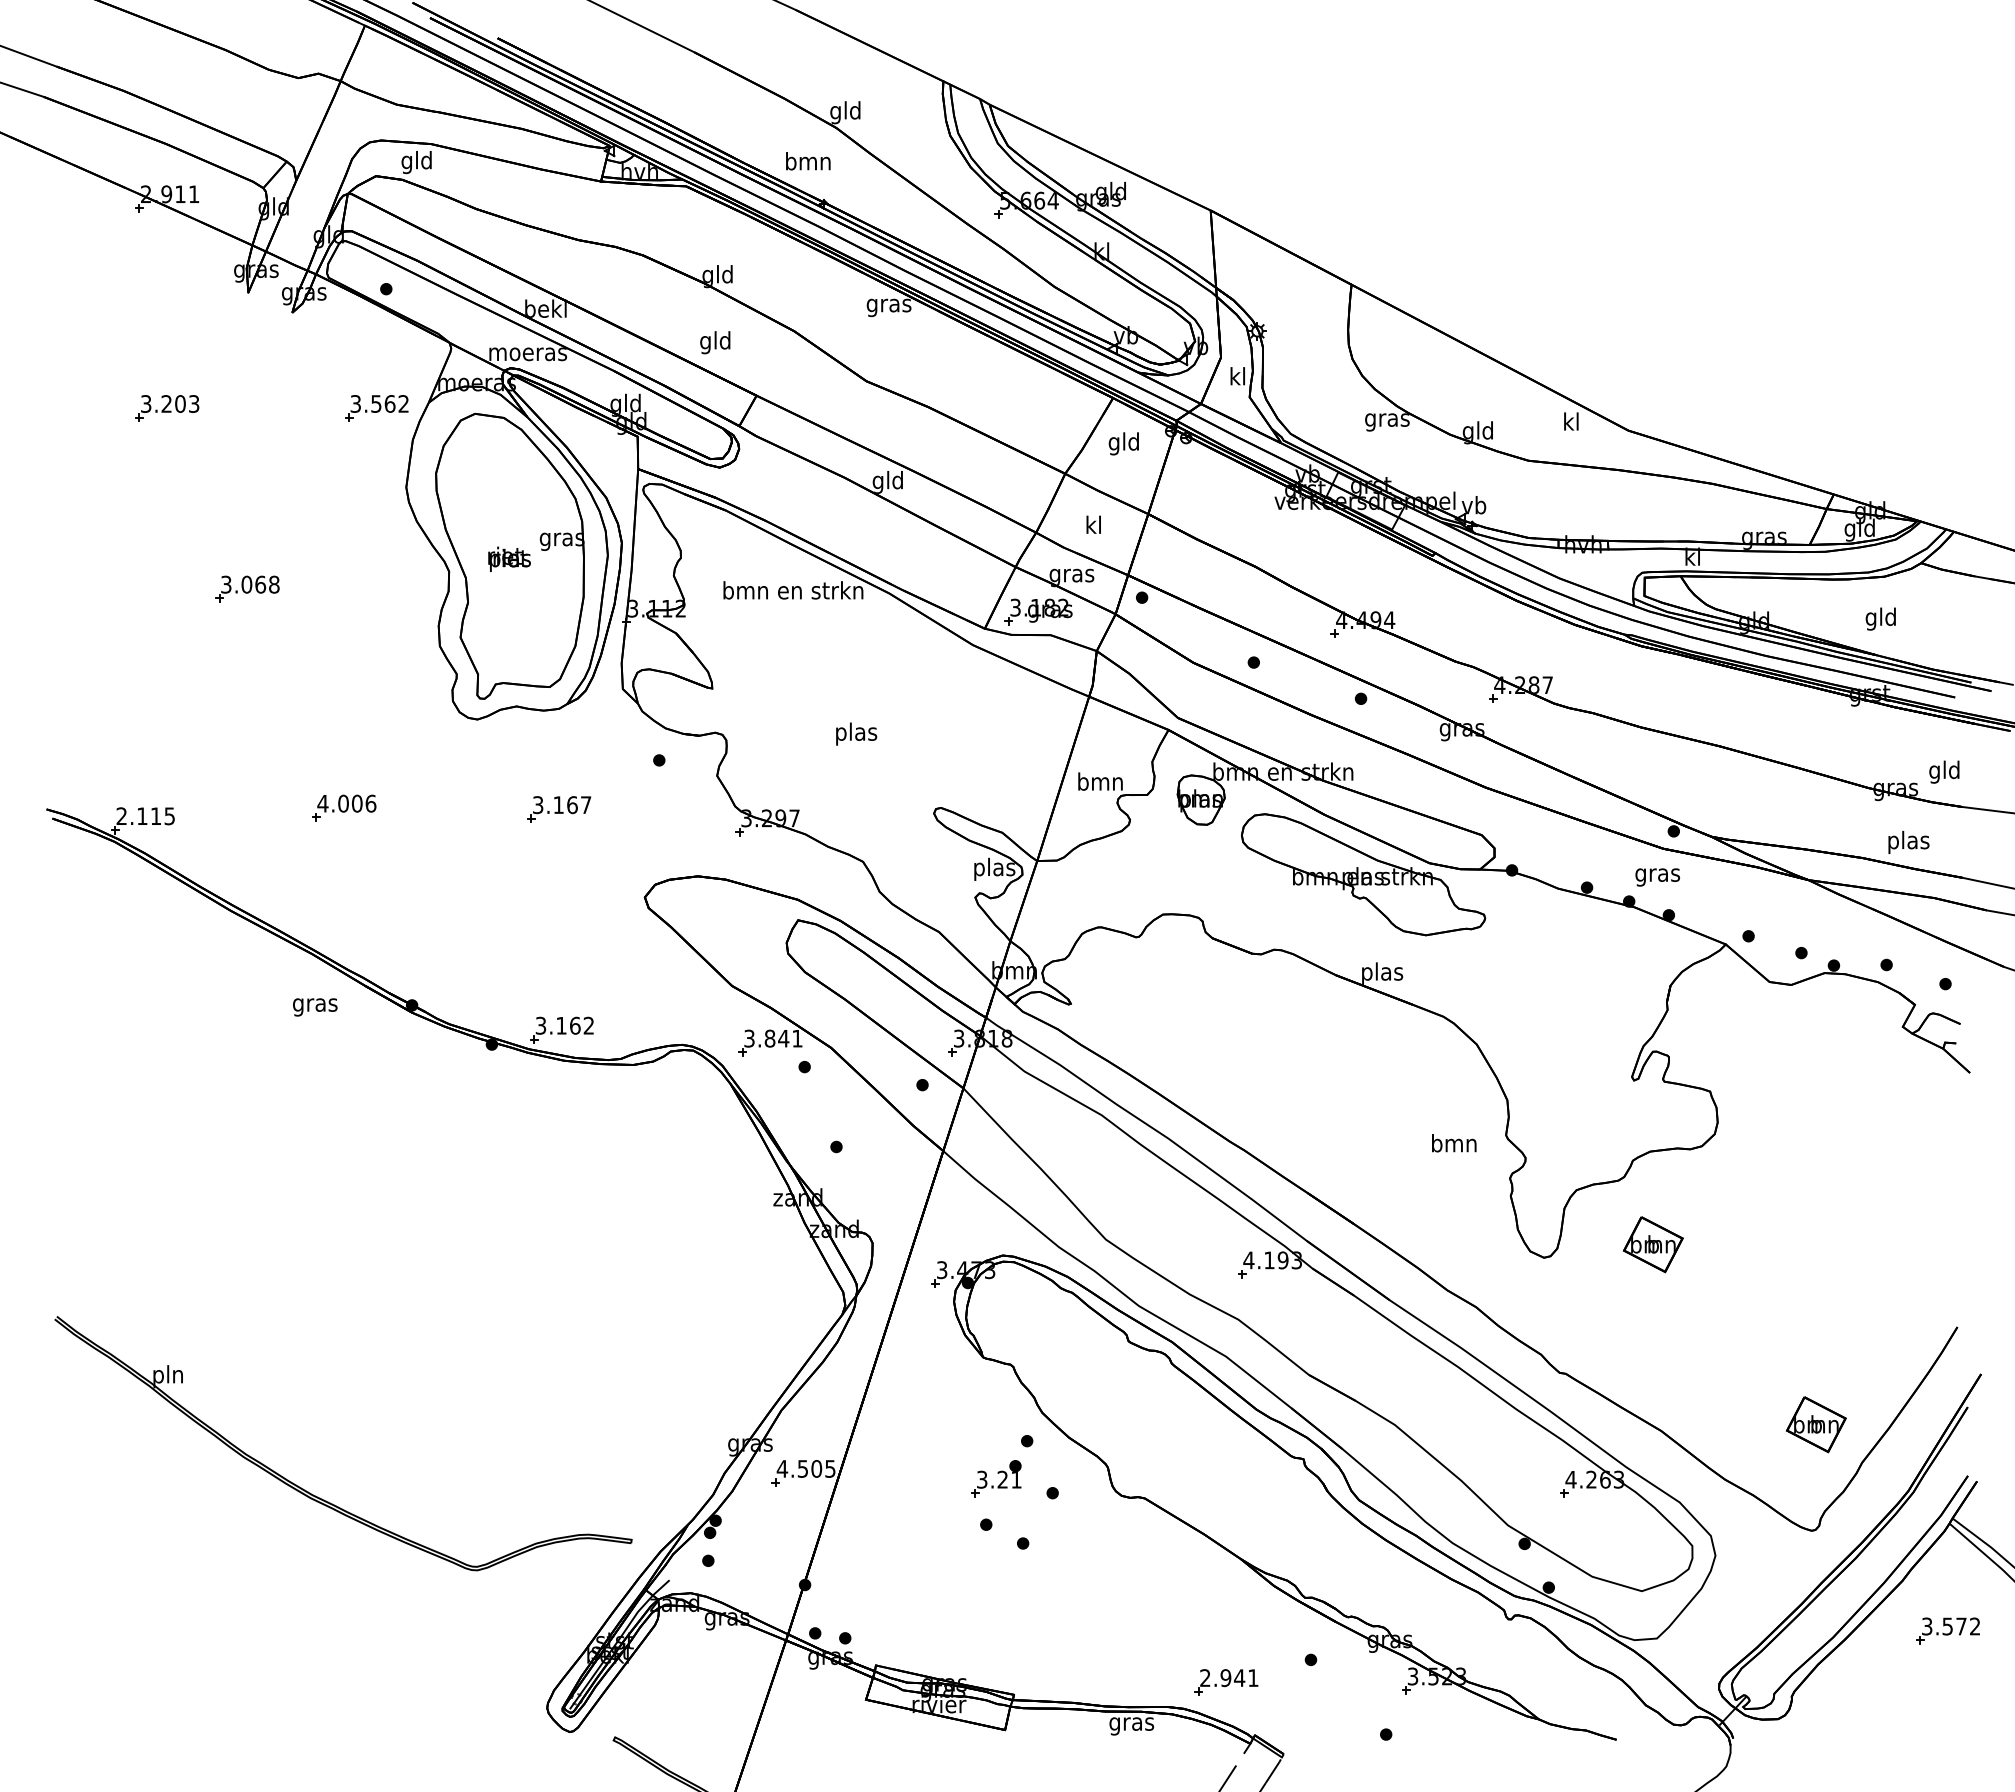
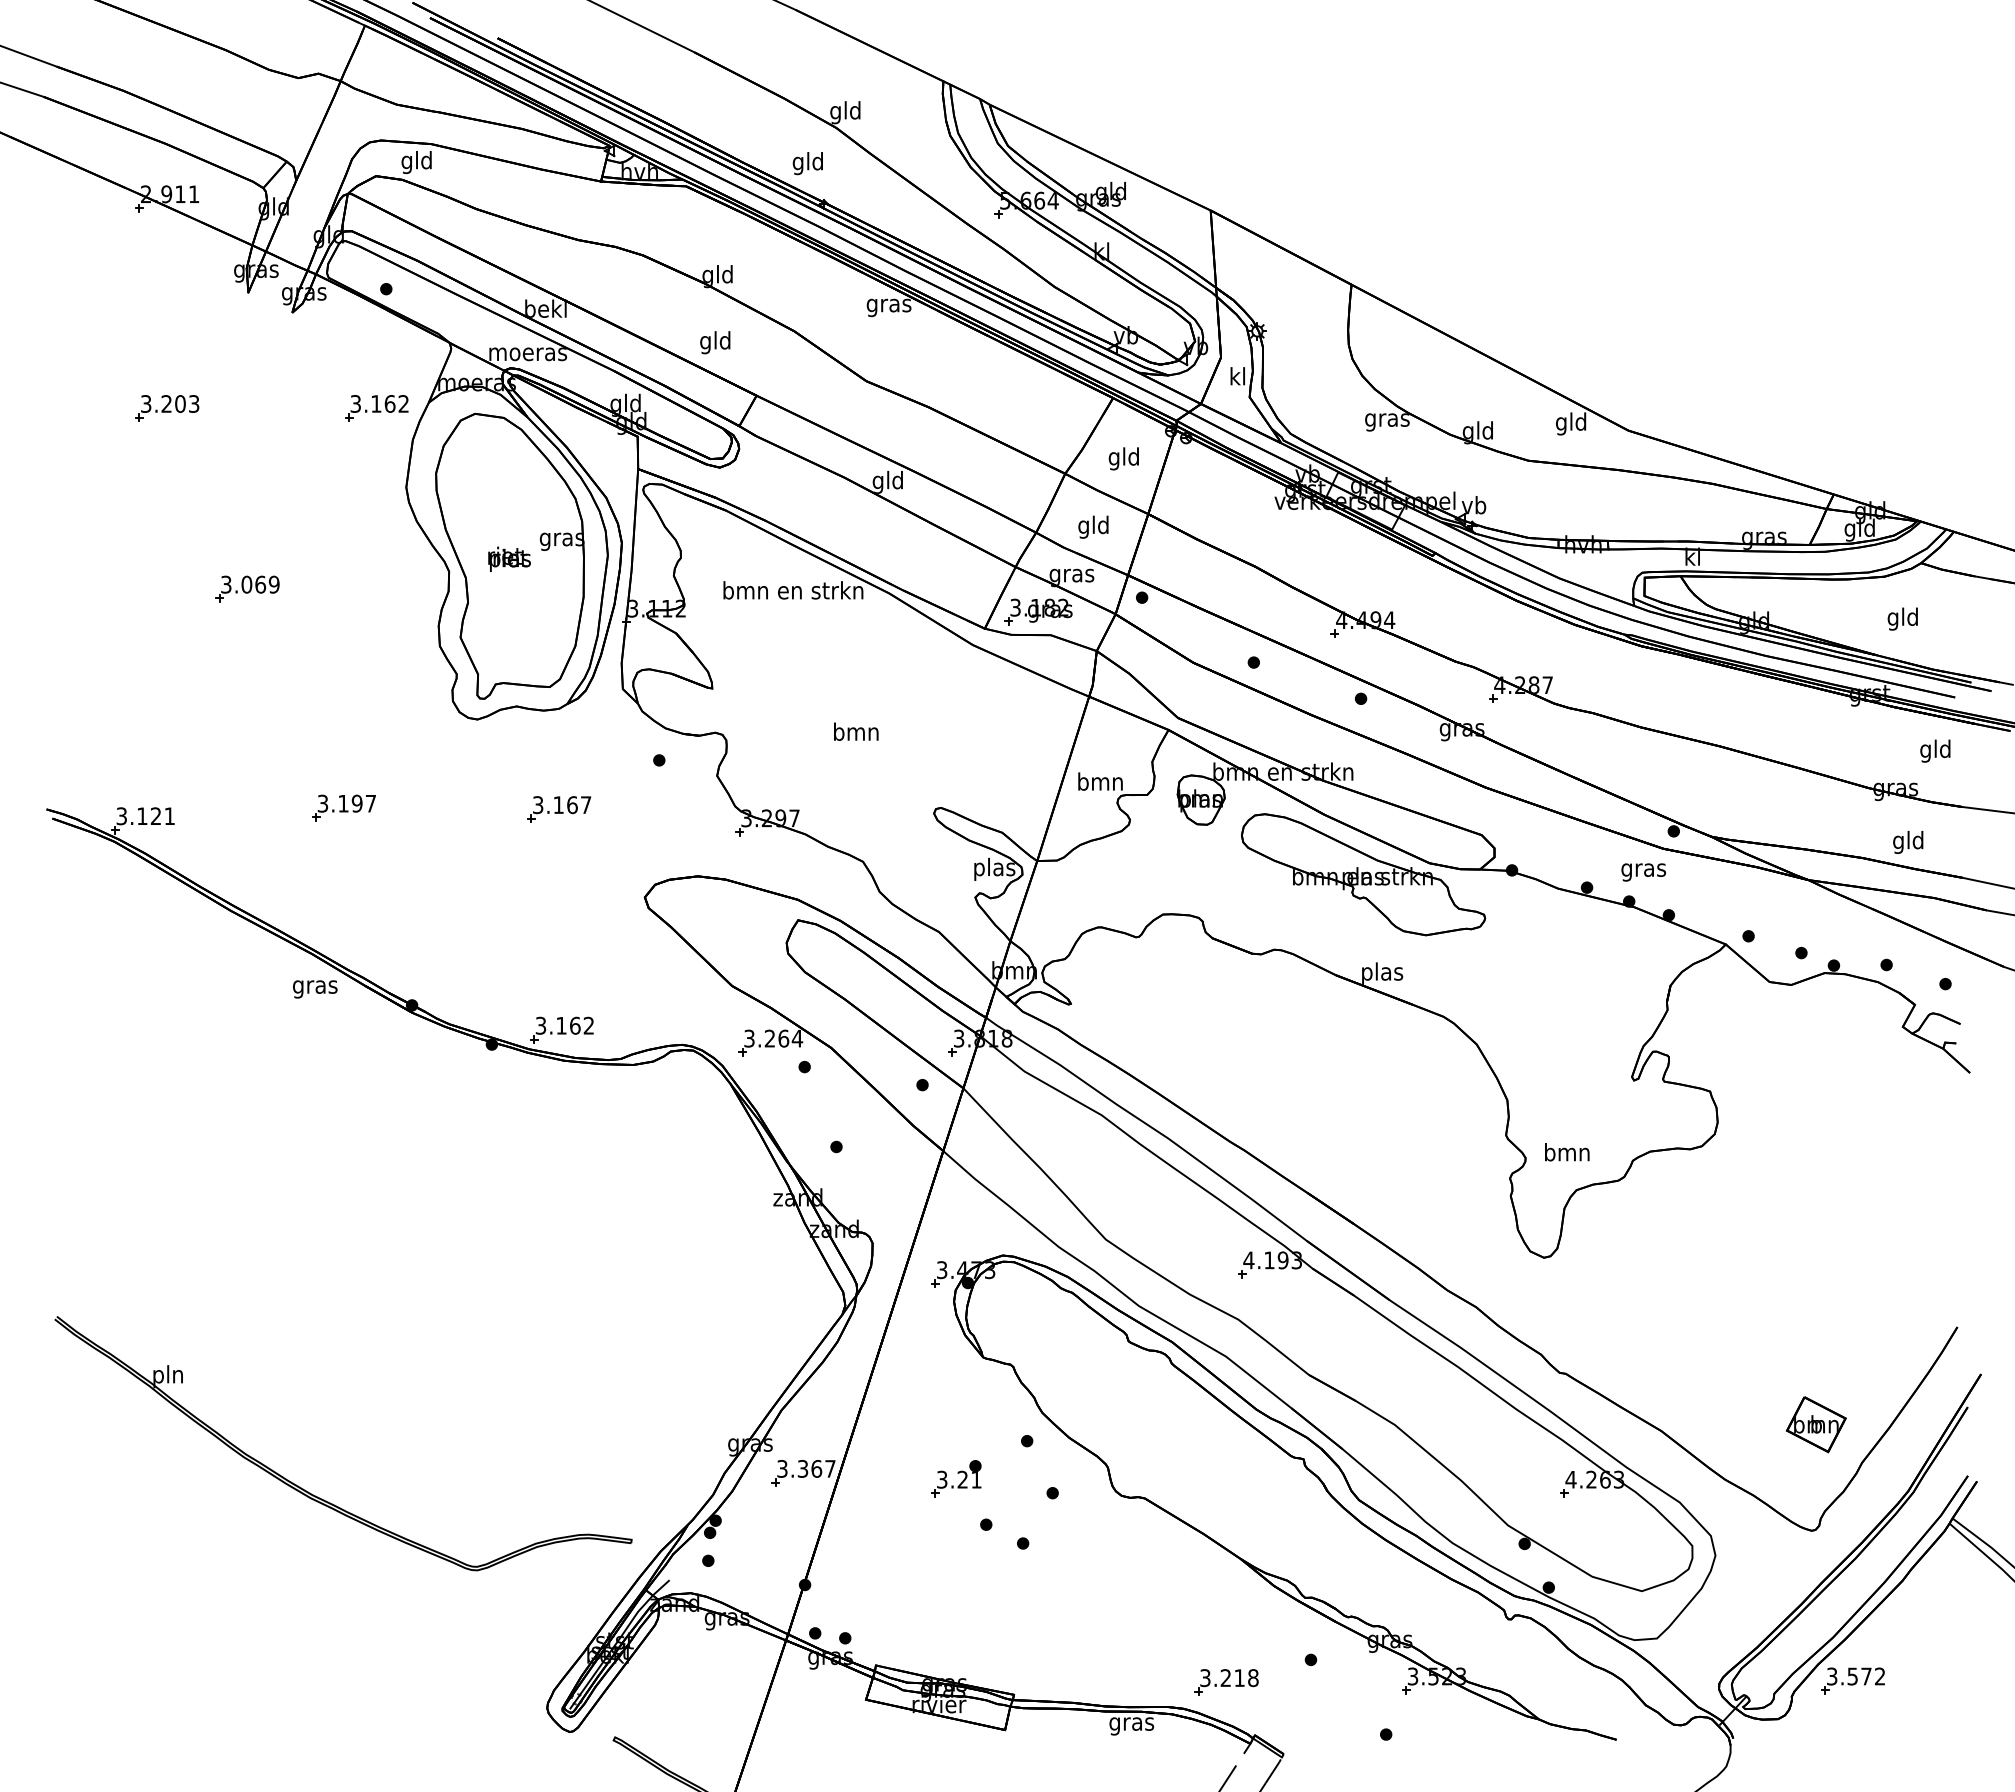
text at (808, 163): bmn -> gld
text at (376, 403): 3.562 -> 3.162
text at (1571, 423): kl -> gld
text at (1123, 443) position: (1123, 443) -> (1123, 458)
text at (1093, 526): kl -> gld
text at (273, 584): 3.068 -> 3.069
text at (1880, 618) position: (1880, 618) -> (1902, 618)
text at (856, 733): plas -> bmn
text at (1944, 771) position: (1944, 771) -> (1935, 750)
text at (346, 803): 4.006 -> 3.197
text at (145, 816): 2.115 -> 3.121
text at (1908, 842): plas -> gld
text at (1657, 877) position: (1657, 877) -> (1643, 872)
text at (315, 1007) position: (315, 1007) -> (315, 989)
text at (783, 1038): 3.841 -> 3.264
text at (1454, 1143) position: (1454, 1143) -> (1567, 1152)
part at (1653, 1244): present -> none
text at (805, 1468): 4.505 -> 3.367
part at (996, 1478) position: (996, 1478) -> (956, 1478)
part at (1947, 1630) position: (1947, 1630) -> (1852, 1680)
text at (1229, 1678): 2.941 -> 3.218
